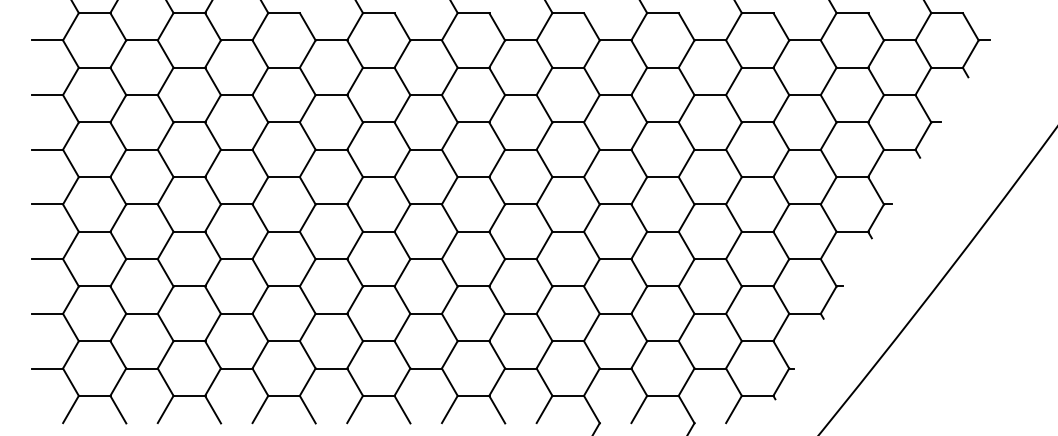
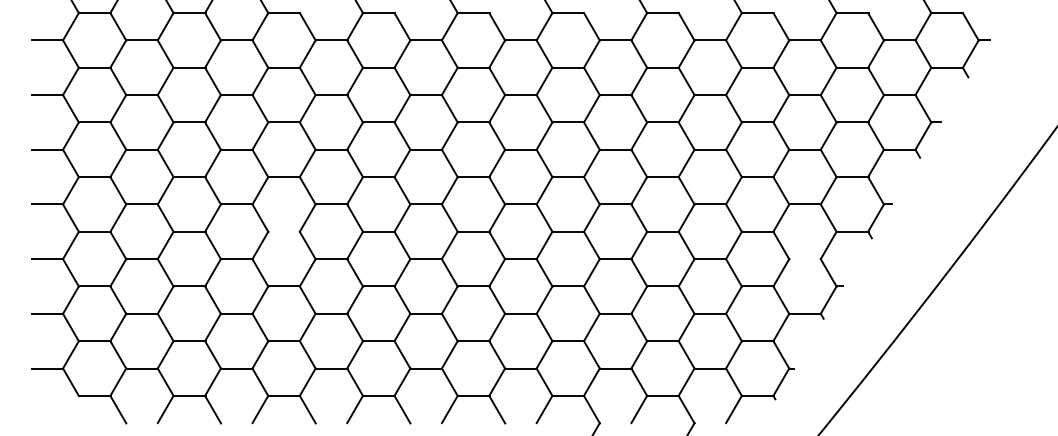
line at (284, 231): present -> none
line at (805, 259): present -> none
line at (70, 409): present -> none
